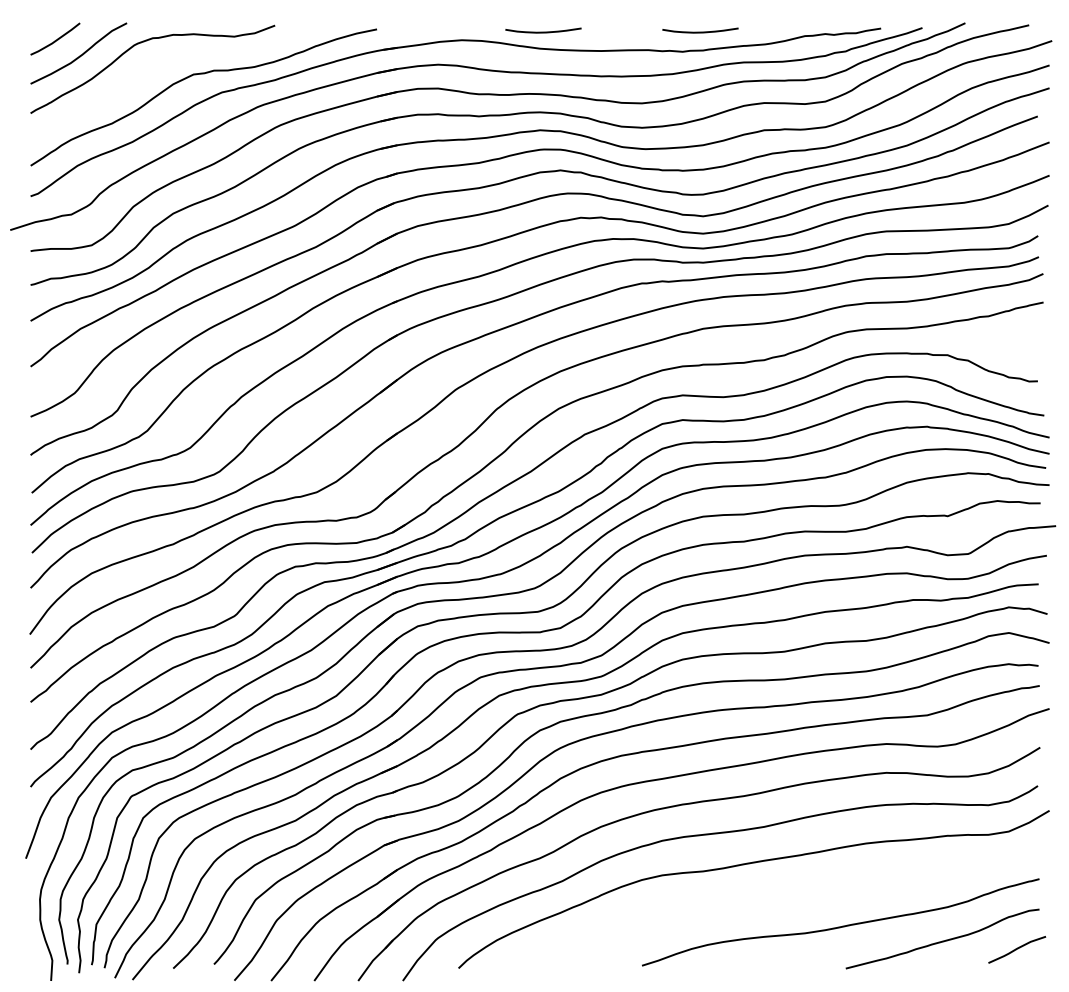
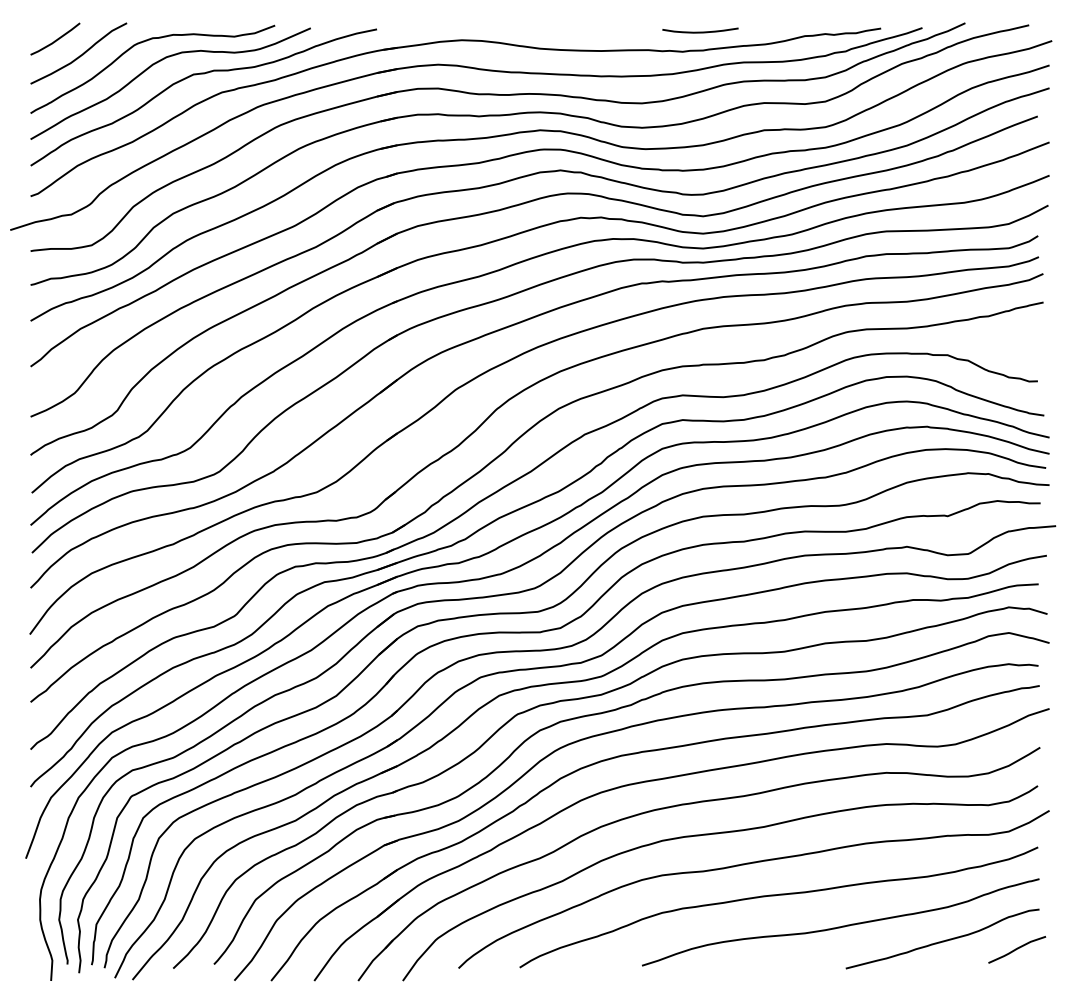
curve at (543, 31): present -> none
curve at (159, 62): none -> present
curve at (775, 896): none -> present
